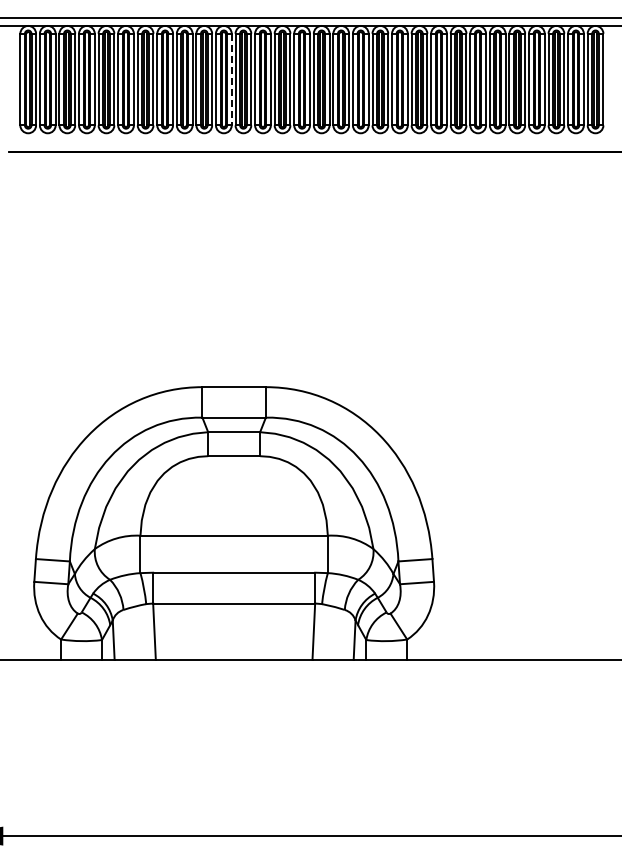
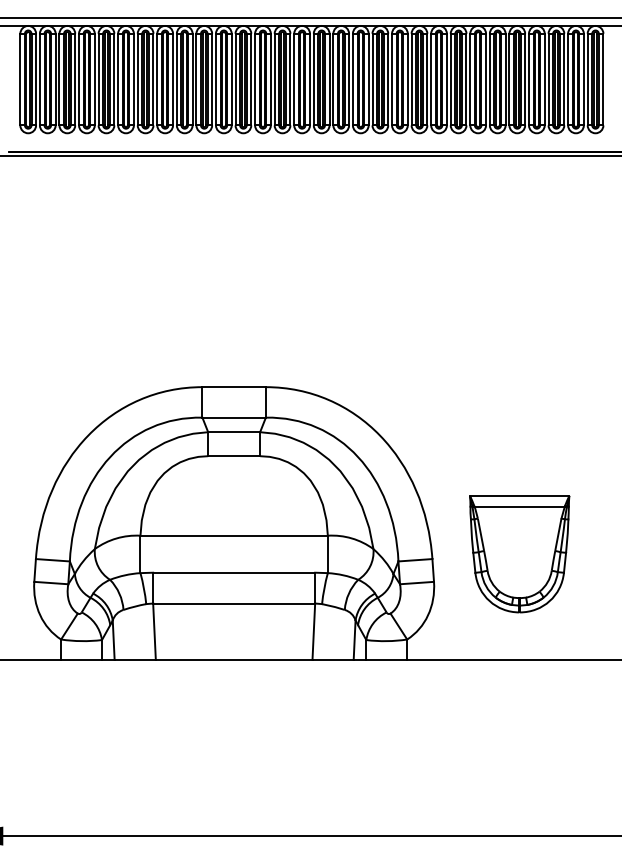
line at (231, 79): dashed -> solid
line at (310, 156): none -> present
part at (519, 554): none -> present
